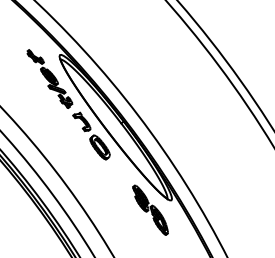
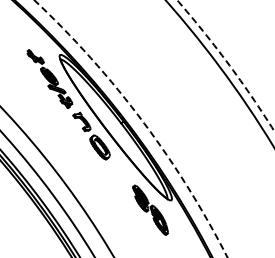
circle at (225, 65): solid -> dashed
arc at (141, 119): solid -> dashed
